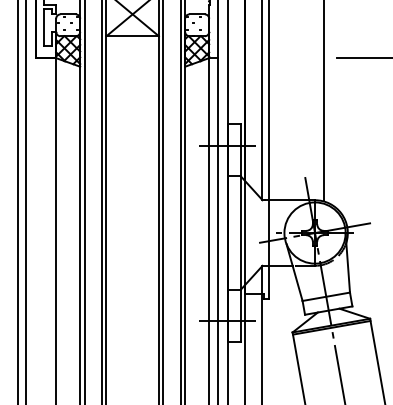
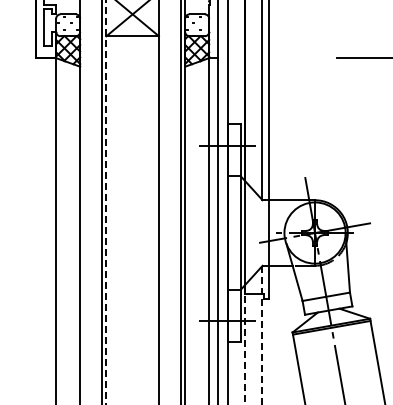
line at (323, 101): present -> none
line at (17, 201): present -> none
line at (26, 201): present -> none
line at (84, 201): present -> none
line at (163, 201): present -> none
line at (106, 202): solid -> dashed
line at (262, 336): solid -> dashed
line at (245, 344): solid -> dashed
